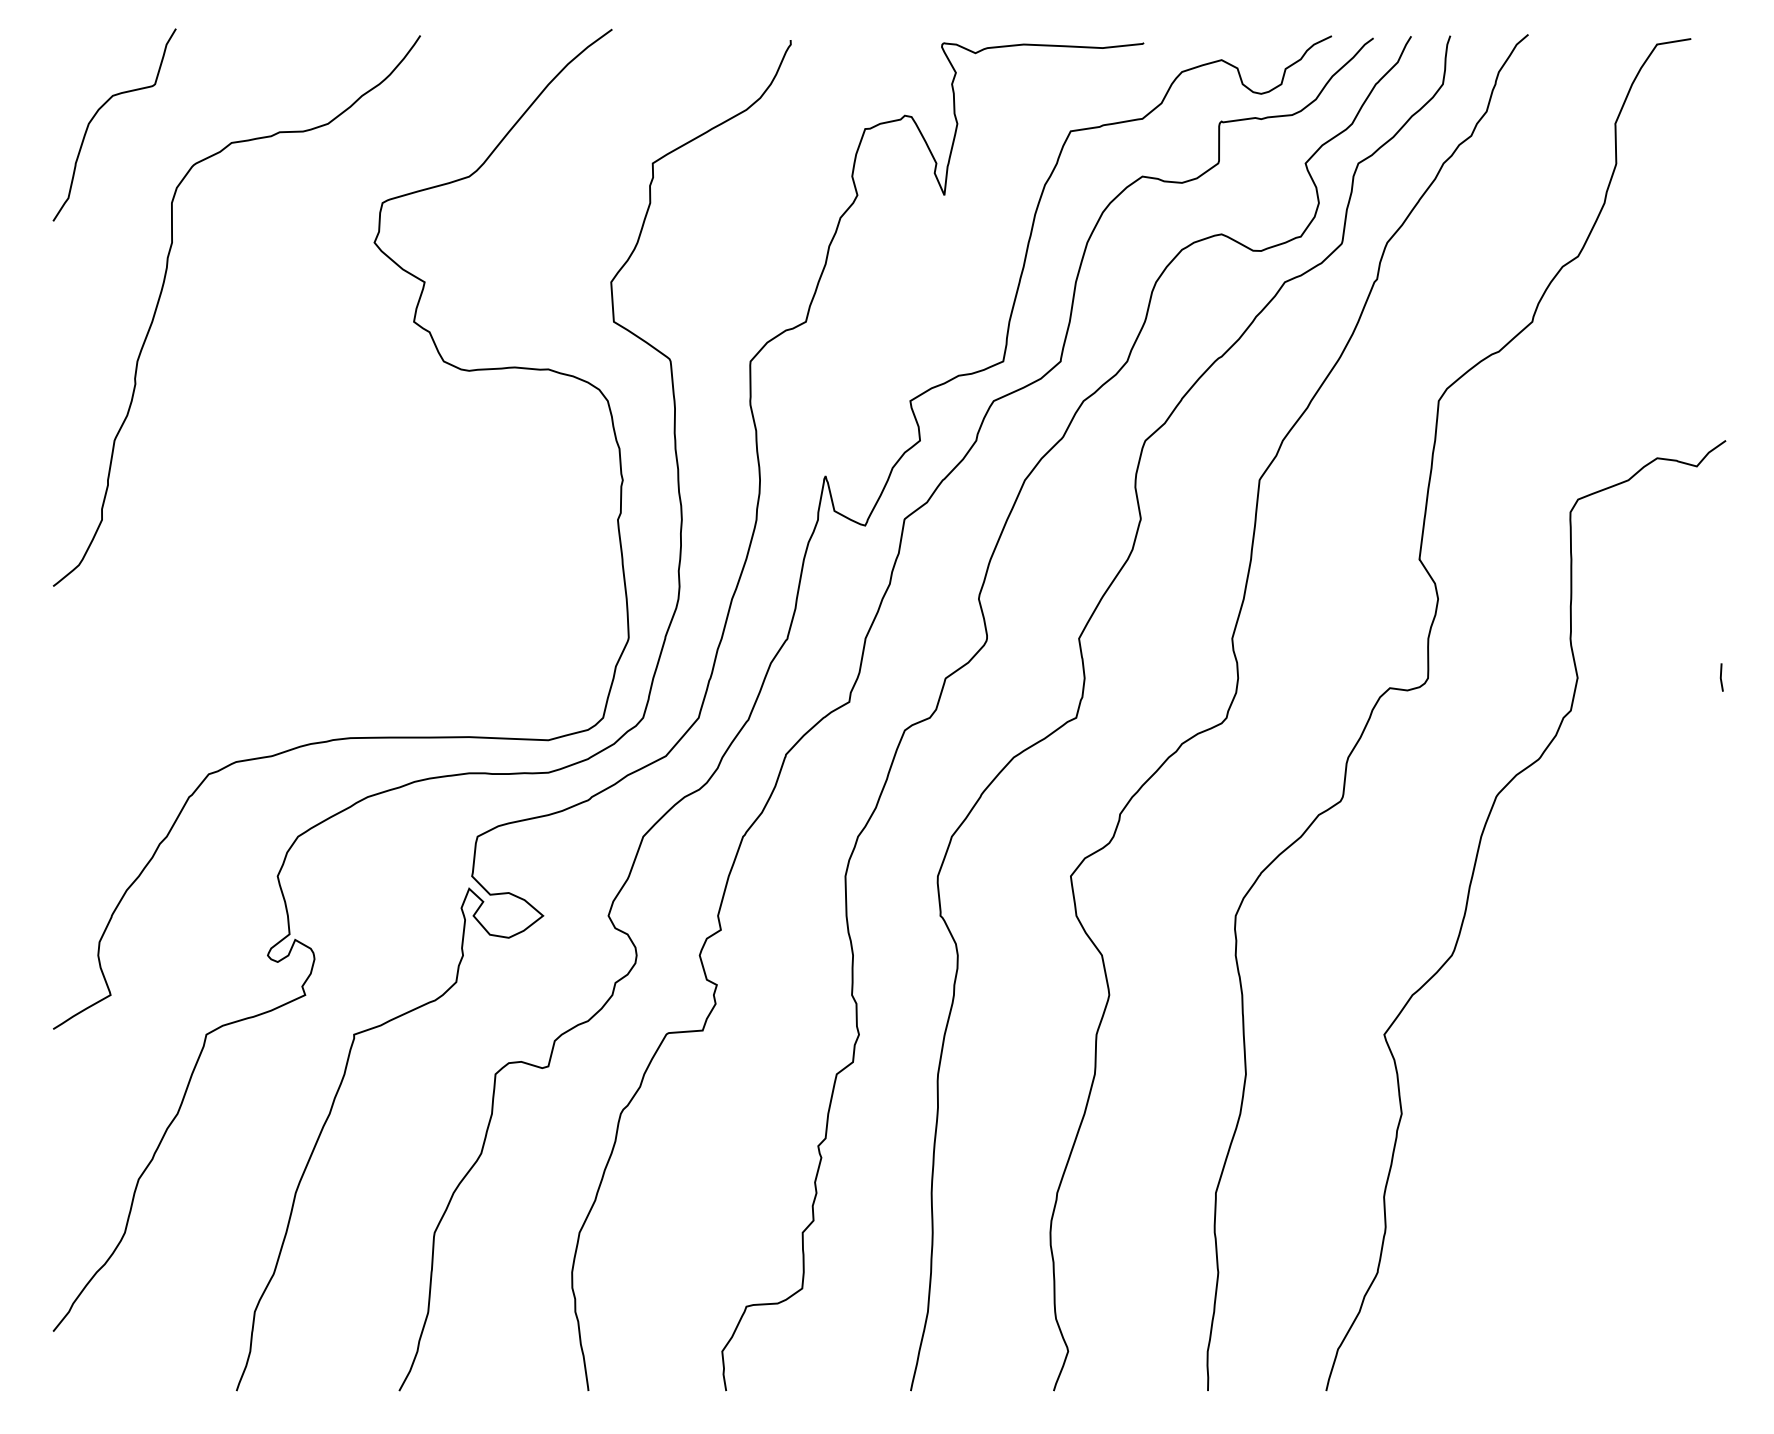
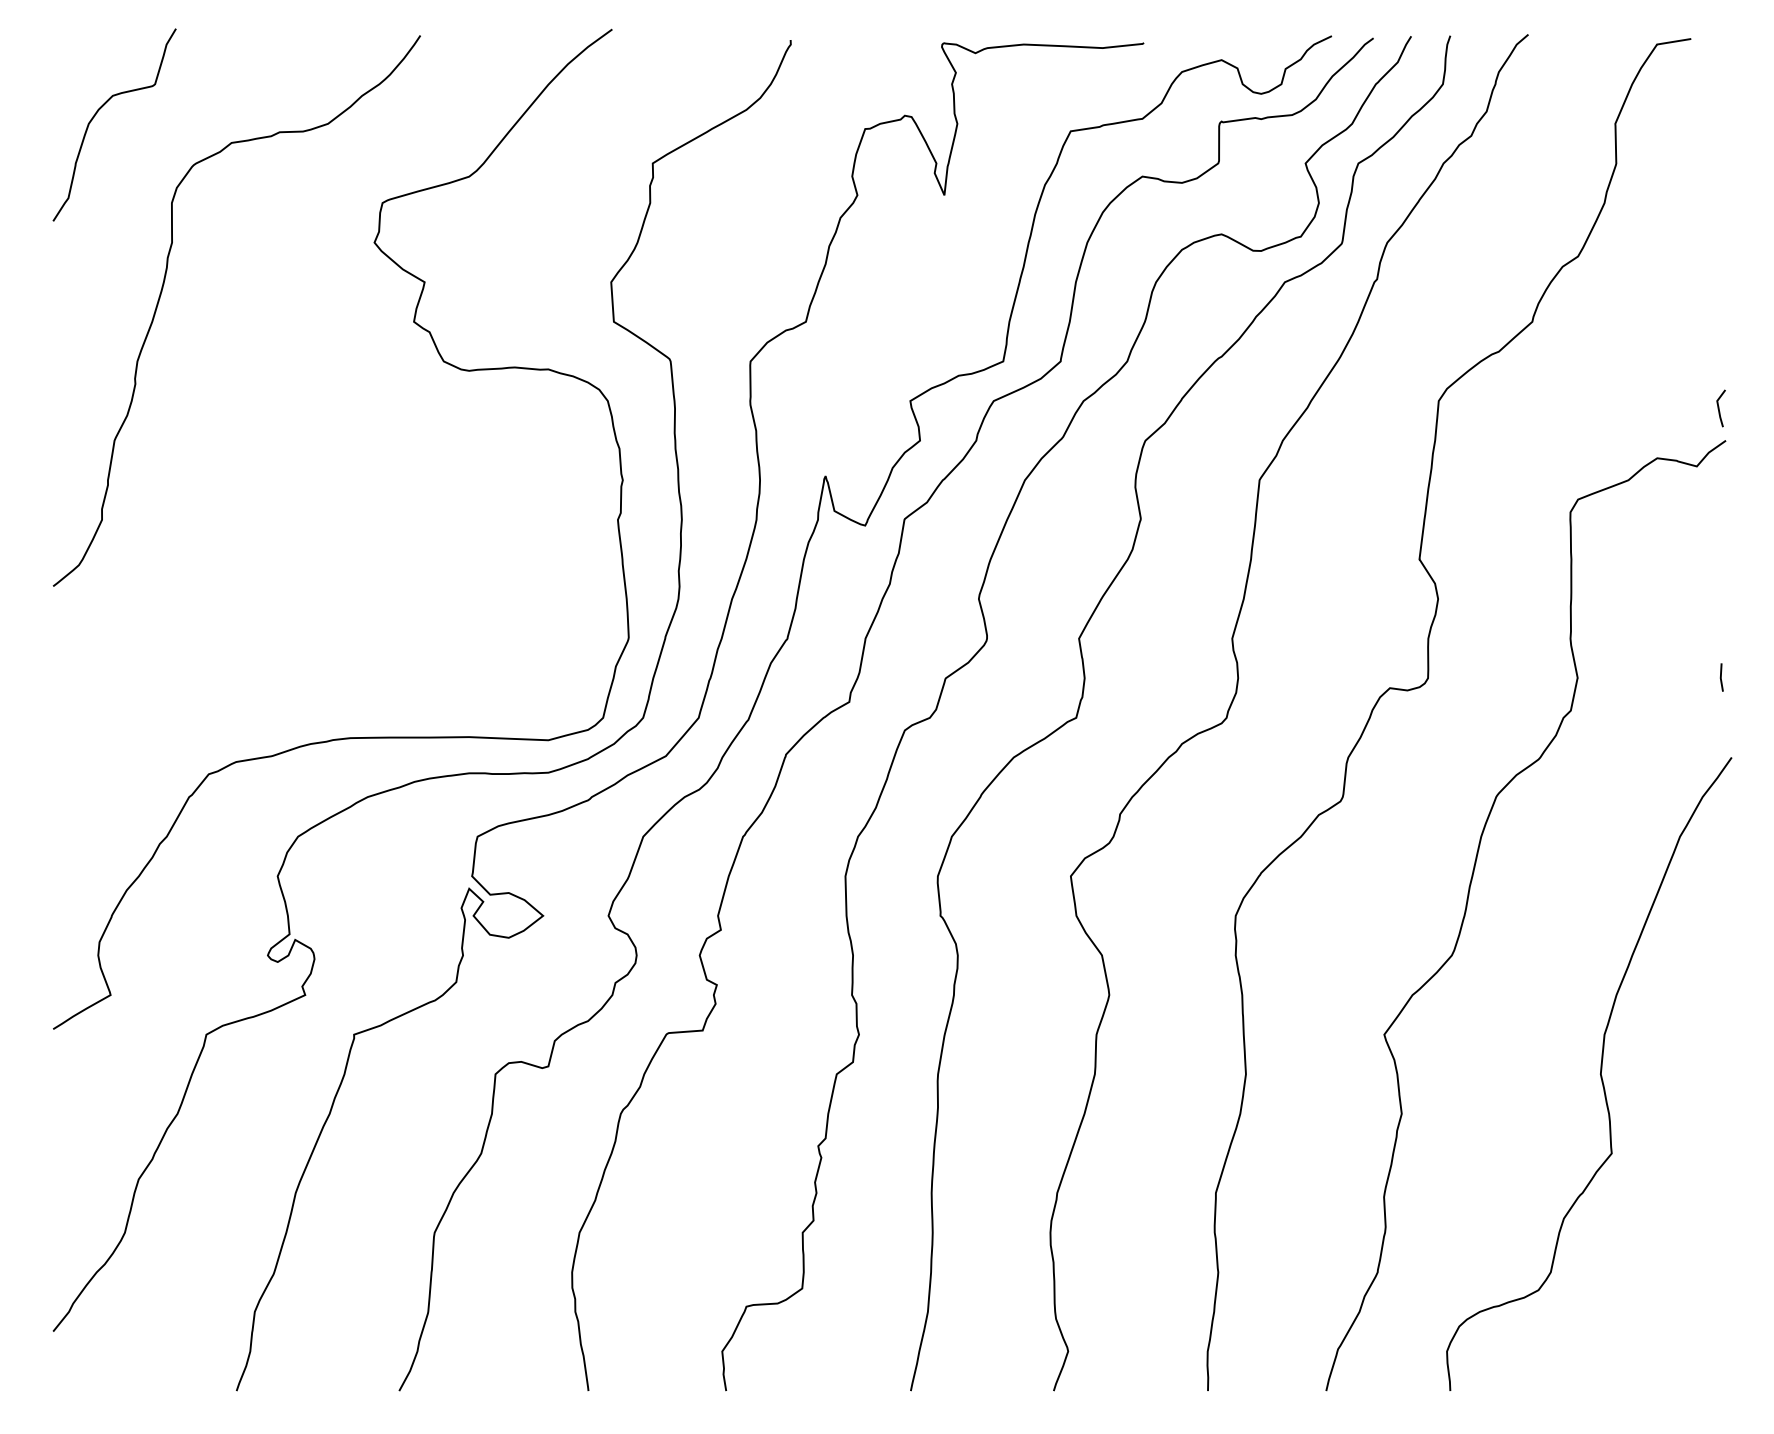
line at (1719, 408): none -> present
curve at (1600, 1073): none -> present
